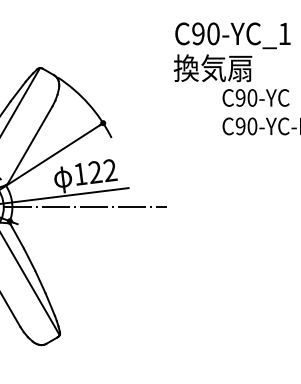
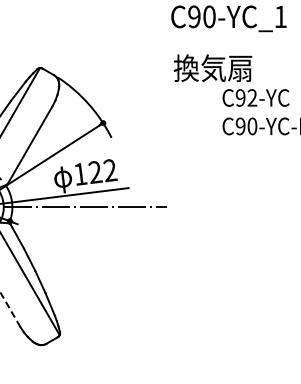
text at (232, 35) position: (232, 35) -> (228, 18)
text at (252, 97): C90-YC -> C92-YC
line at (10, 309): solid -> dashed
